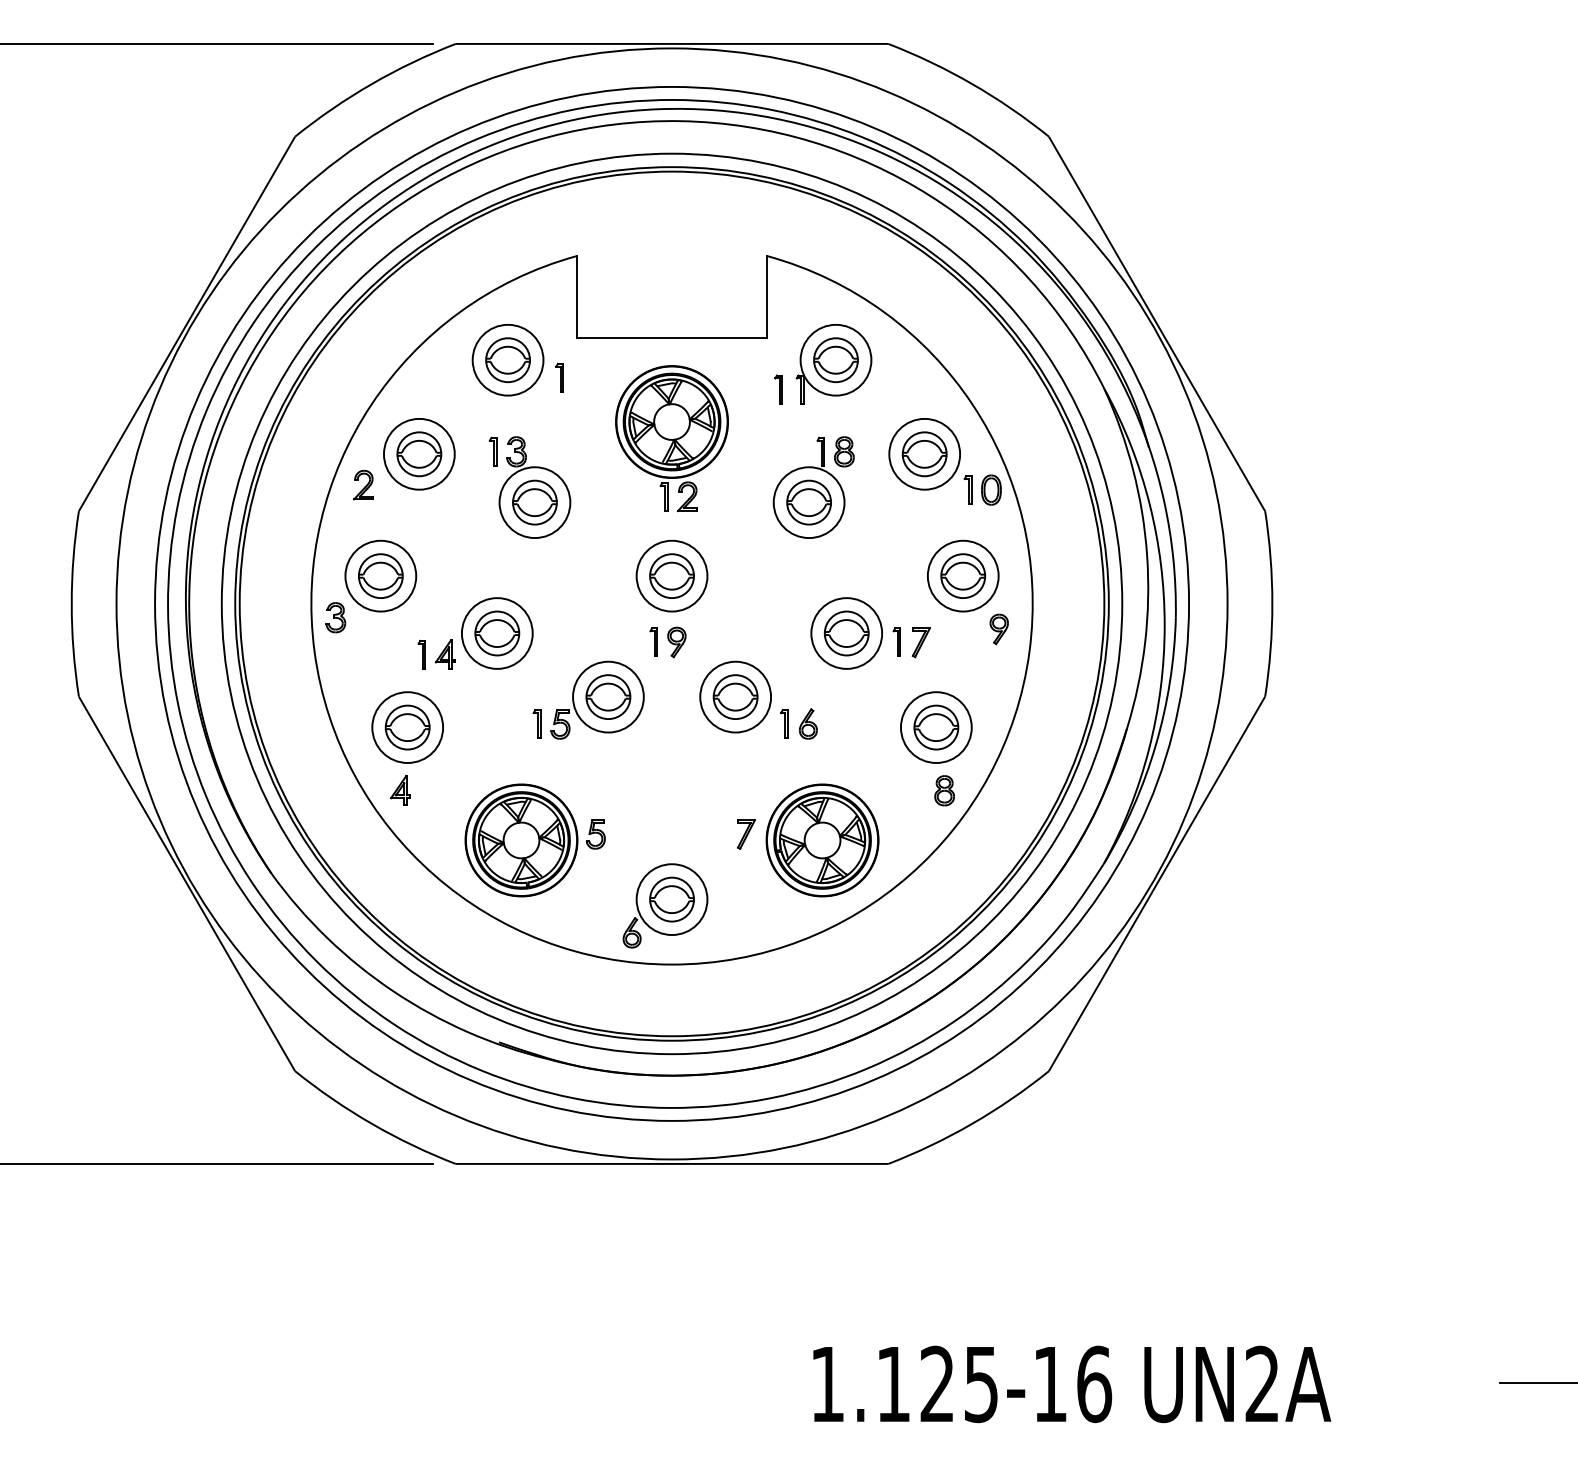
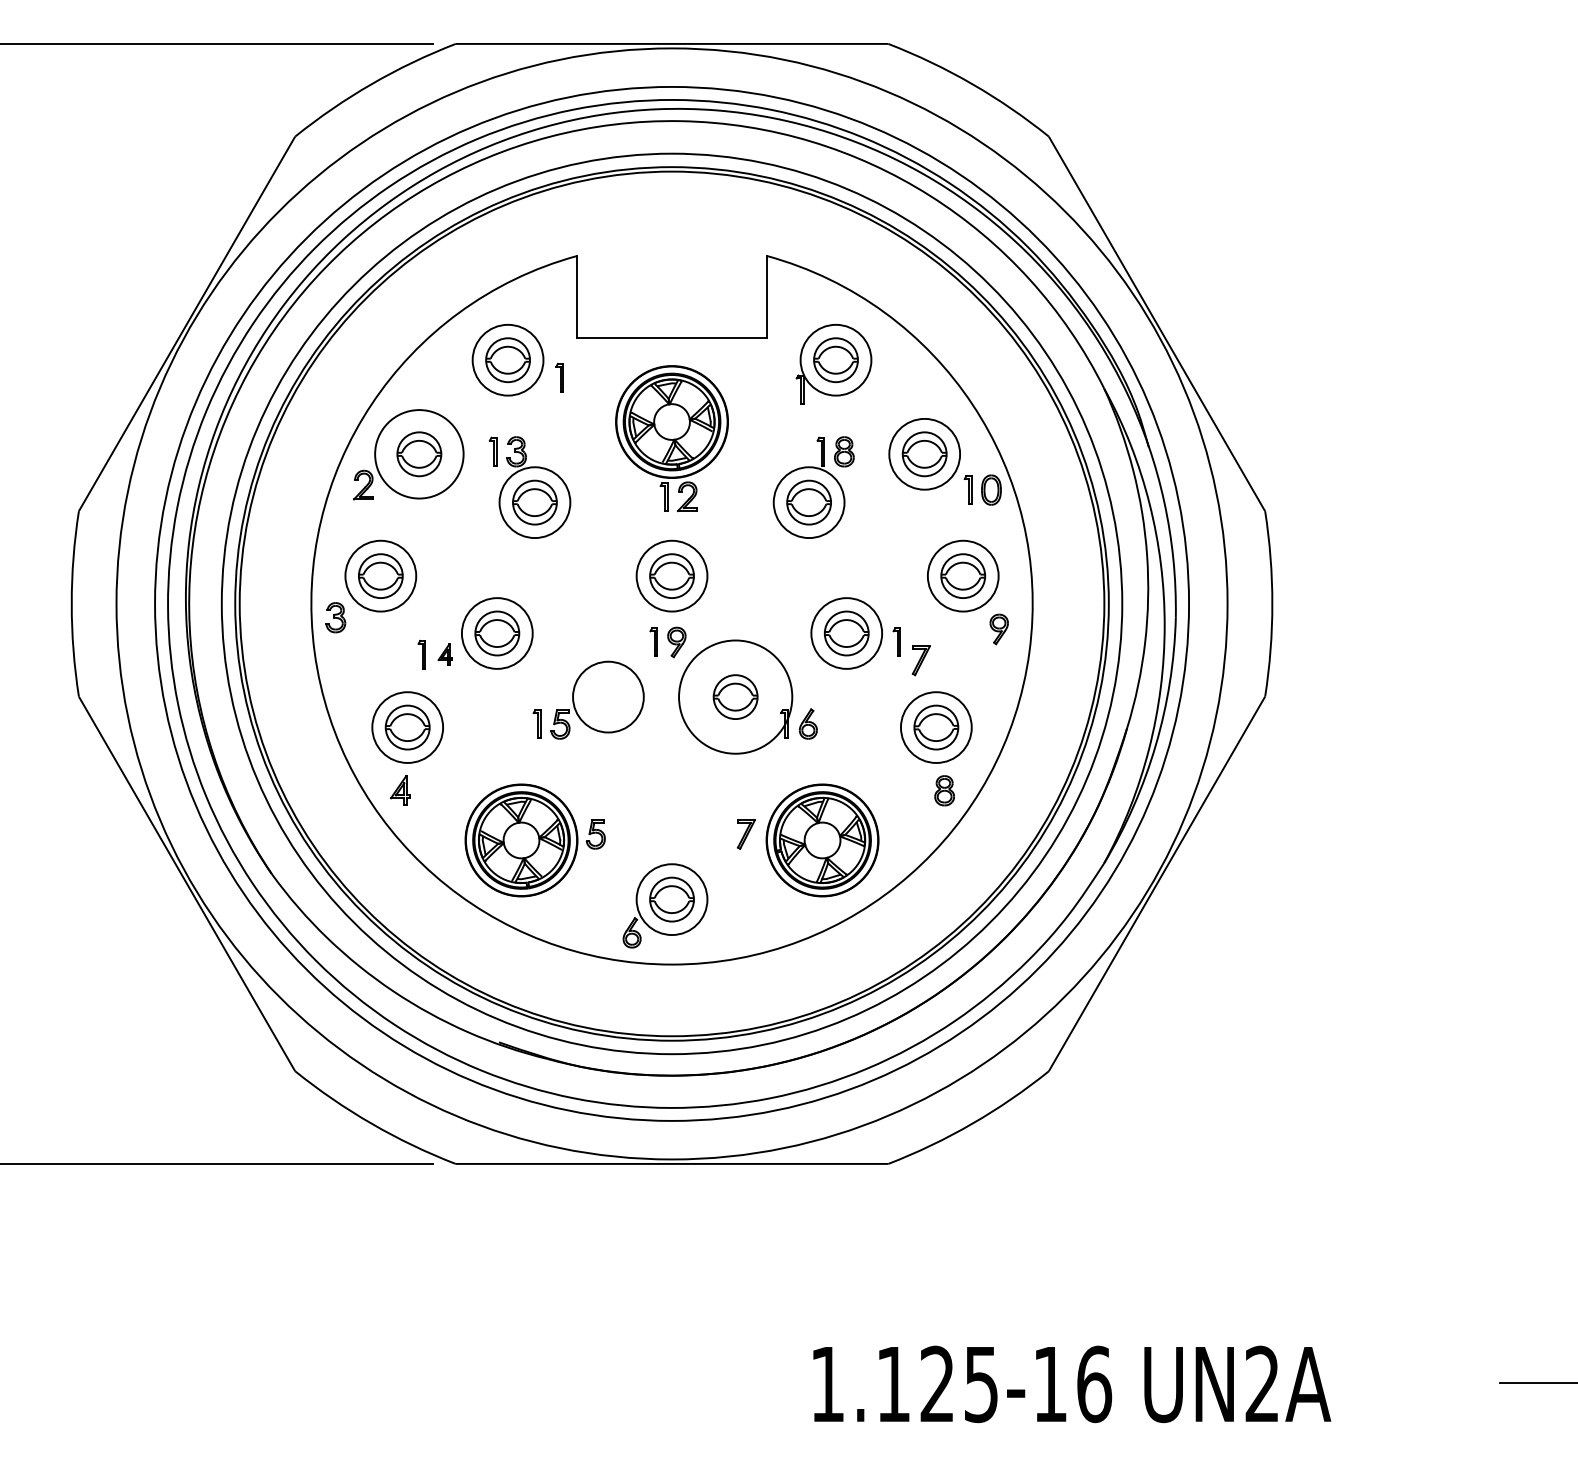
part at (778, 389): present -> none
circle at (418, 453) diameter: 71 px -> 88 px
part at (920, 642) position: (920, 642) -> (920, 660)
part at (444, 654) size: 22x31 px -> 16x23 px
part at (608, 696): present -> none
circle at (735, 696) diameter: 71 px -> 113 px
